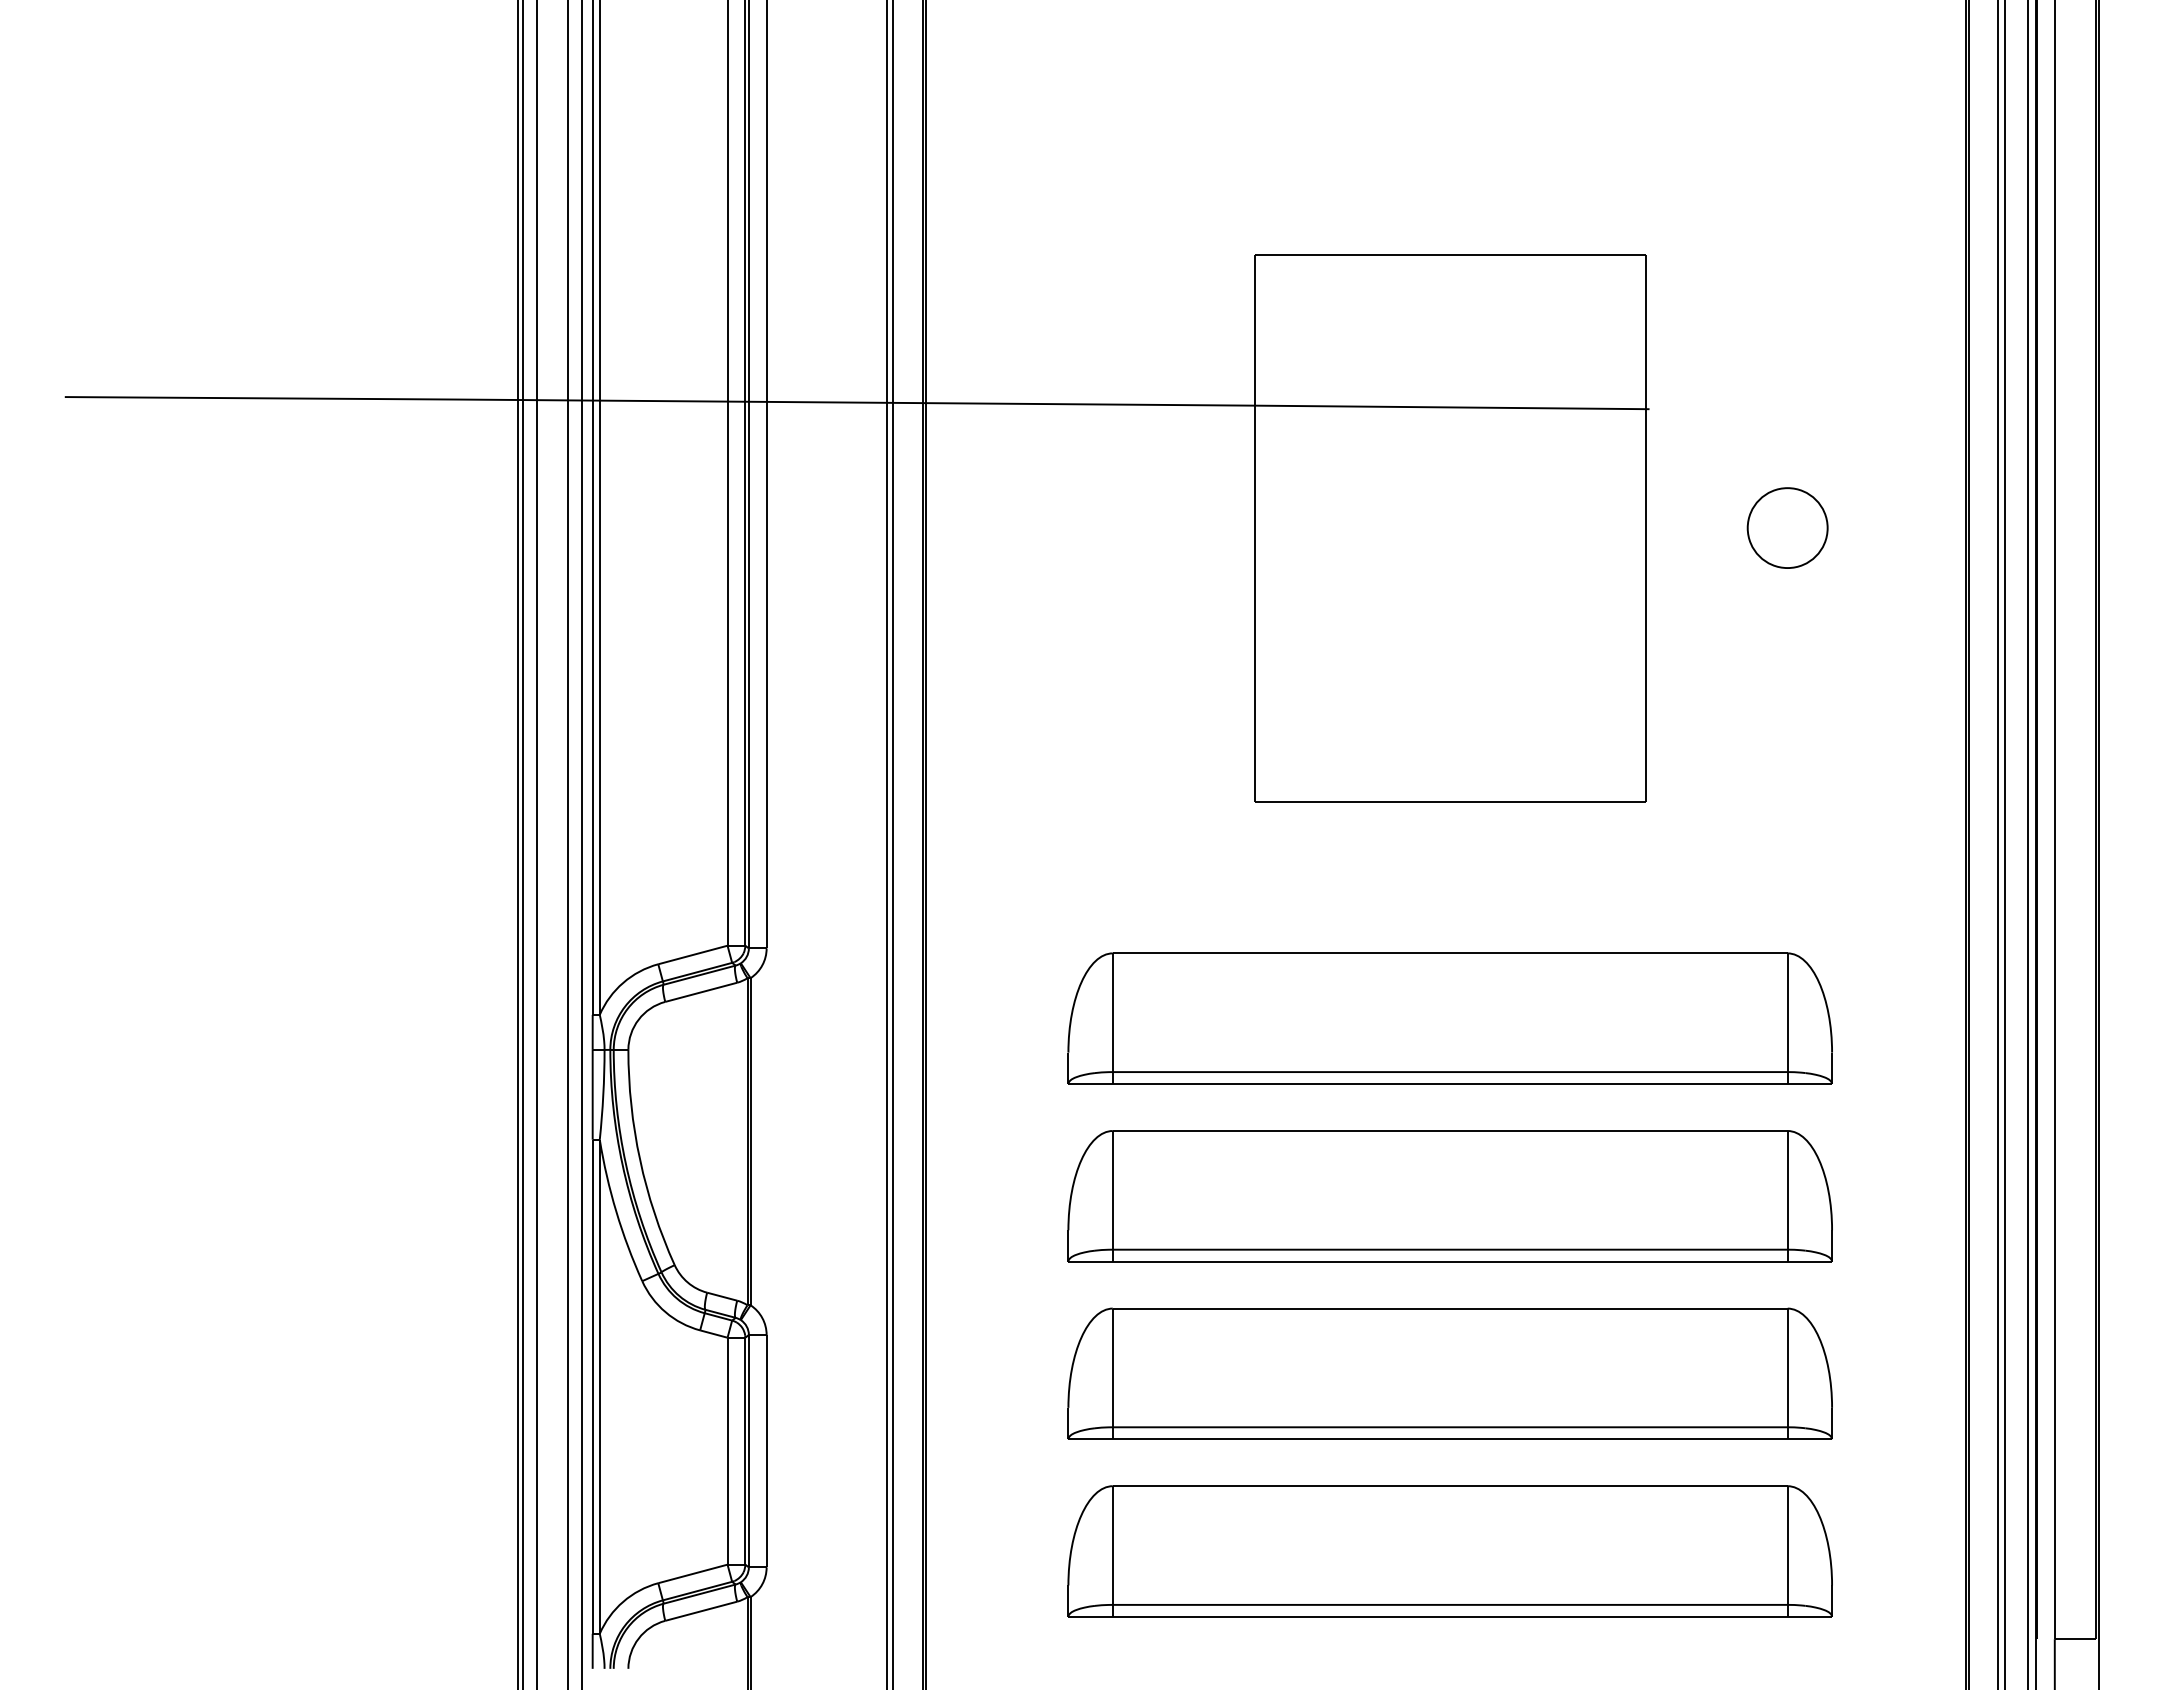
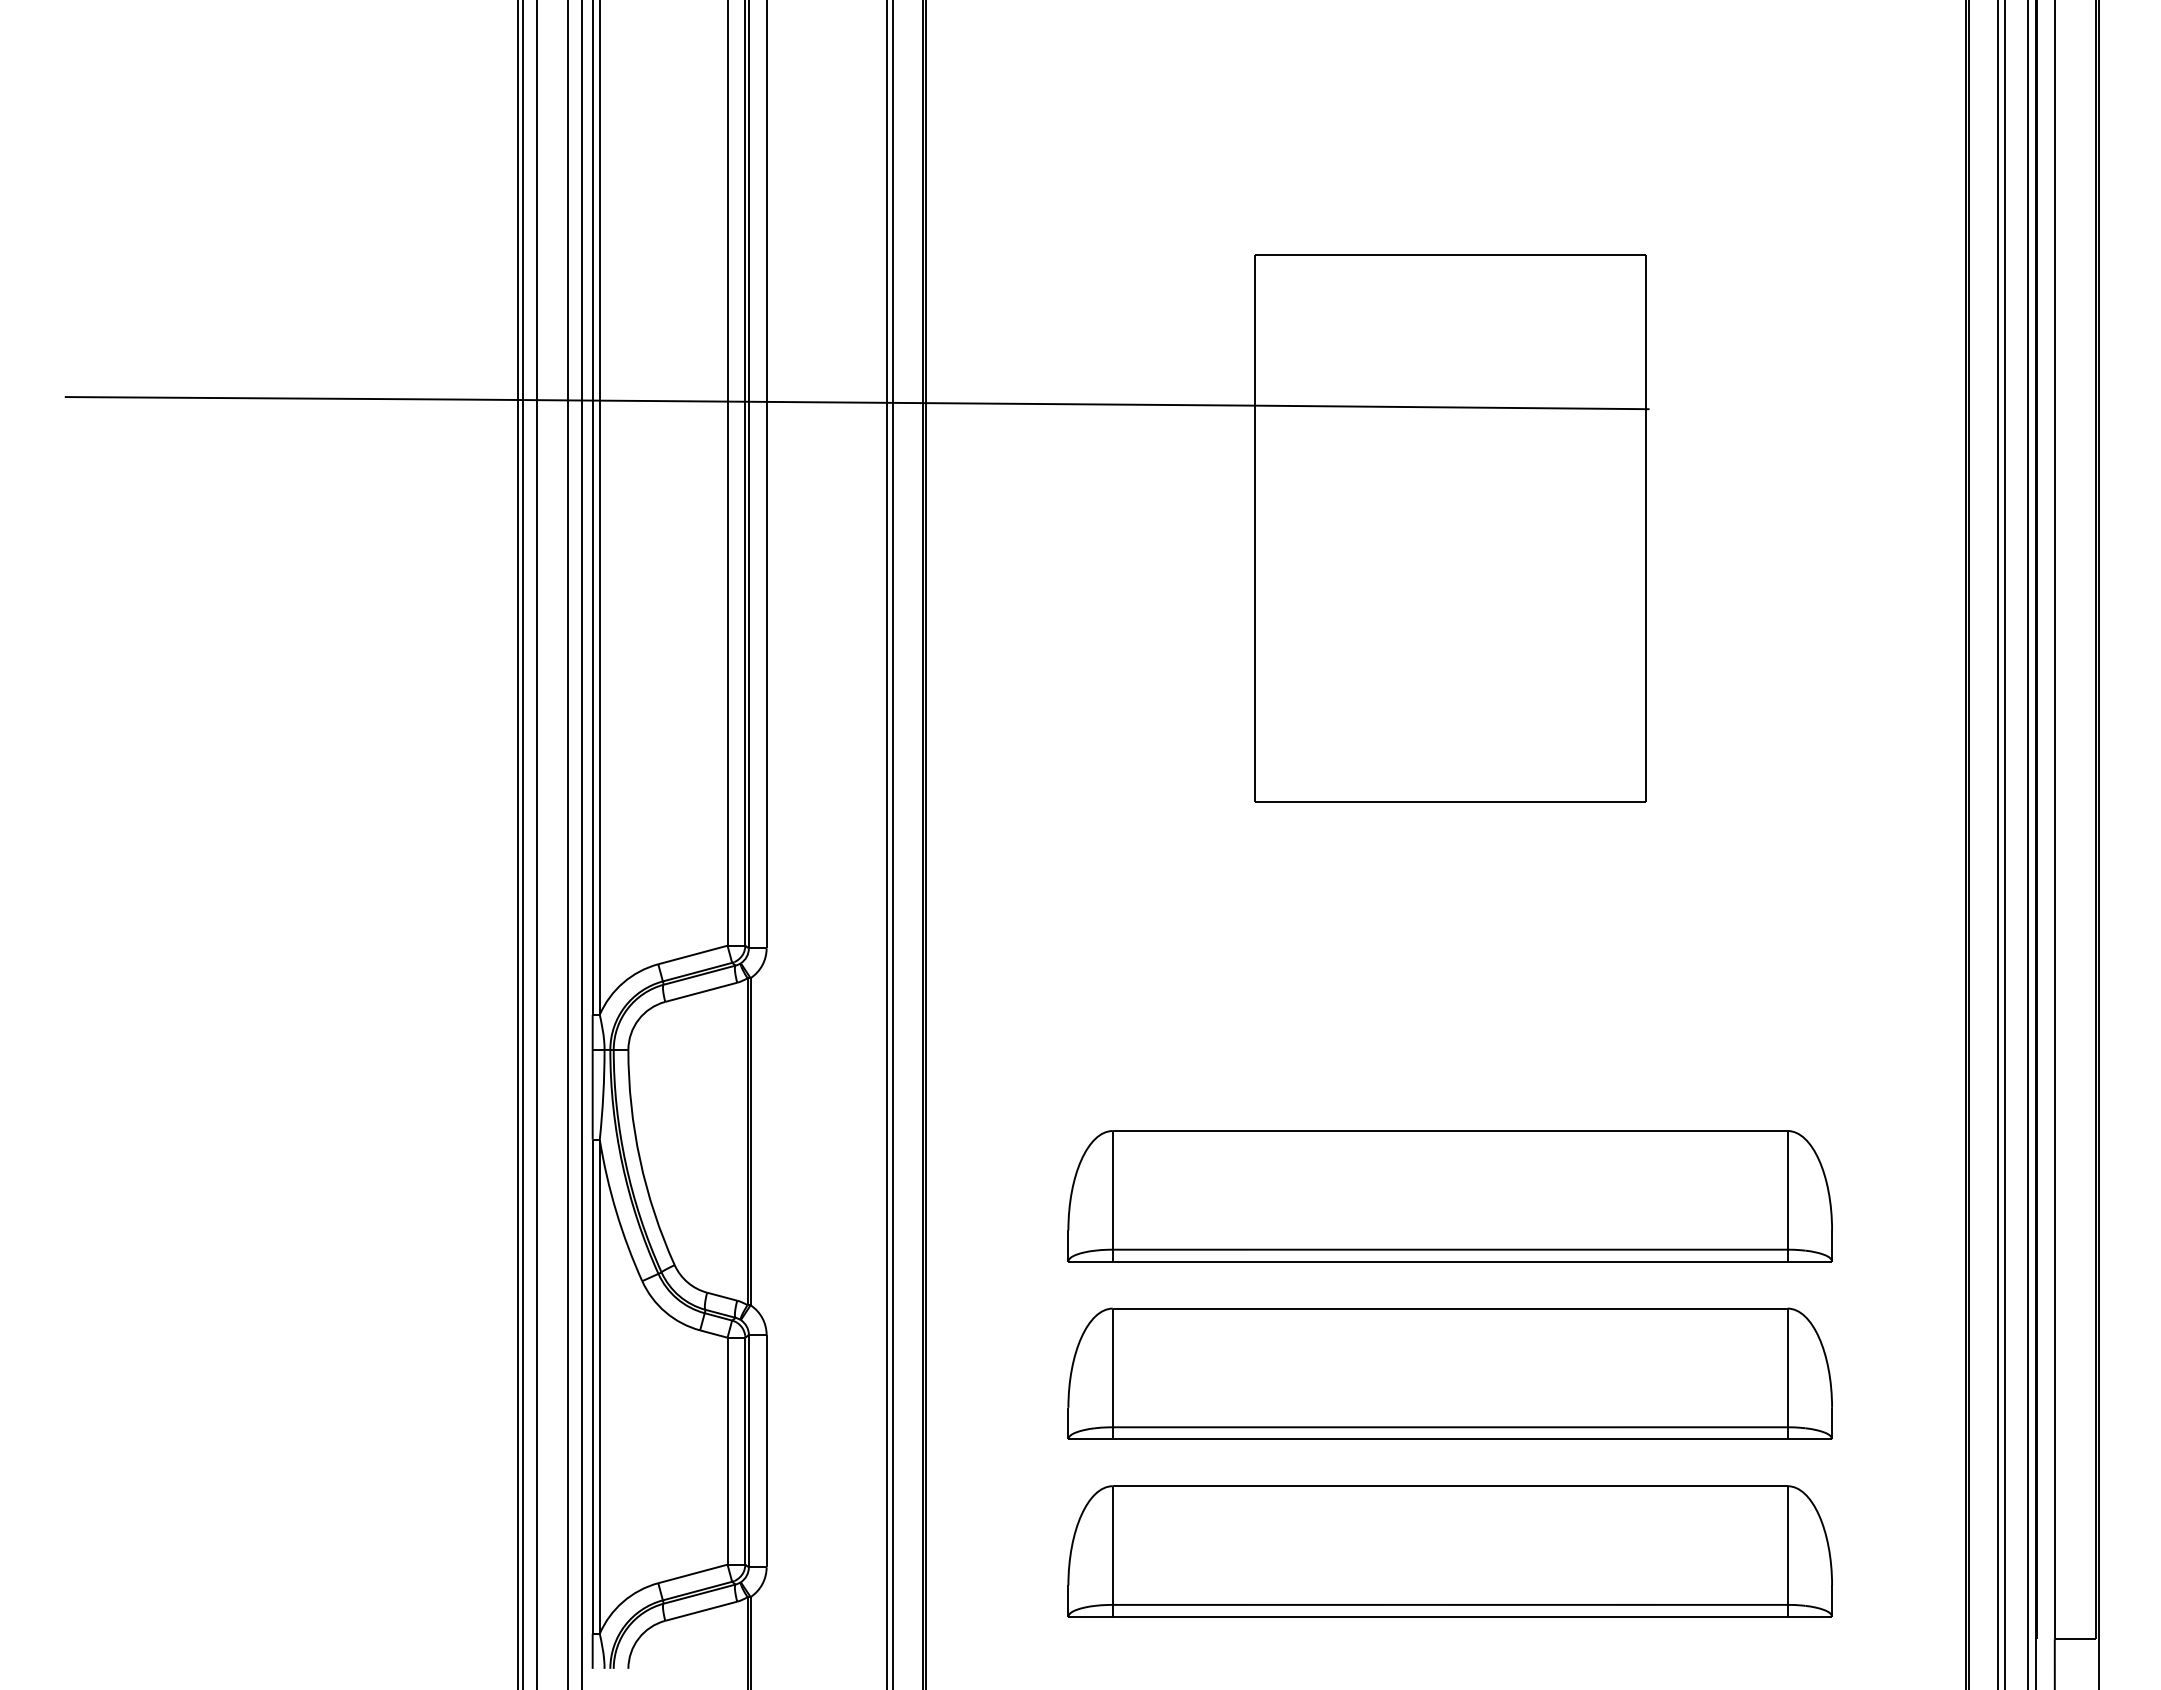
part at (1787, 527): present -> none
part at (1449, 1018): present -> none
